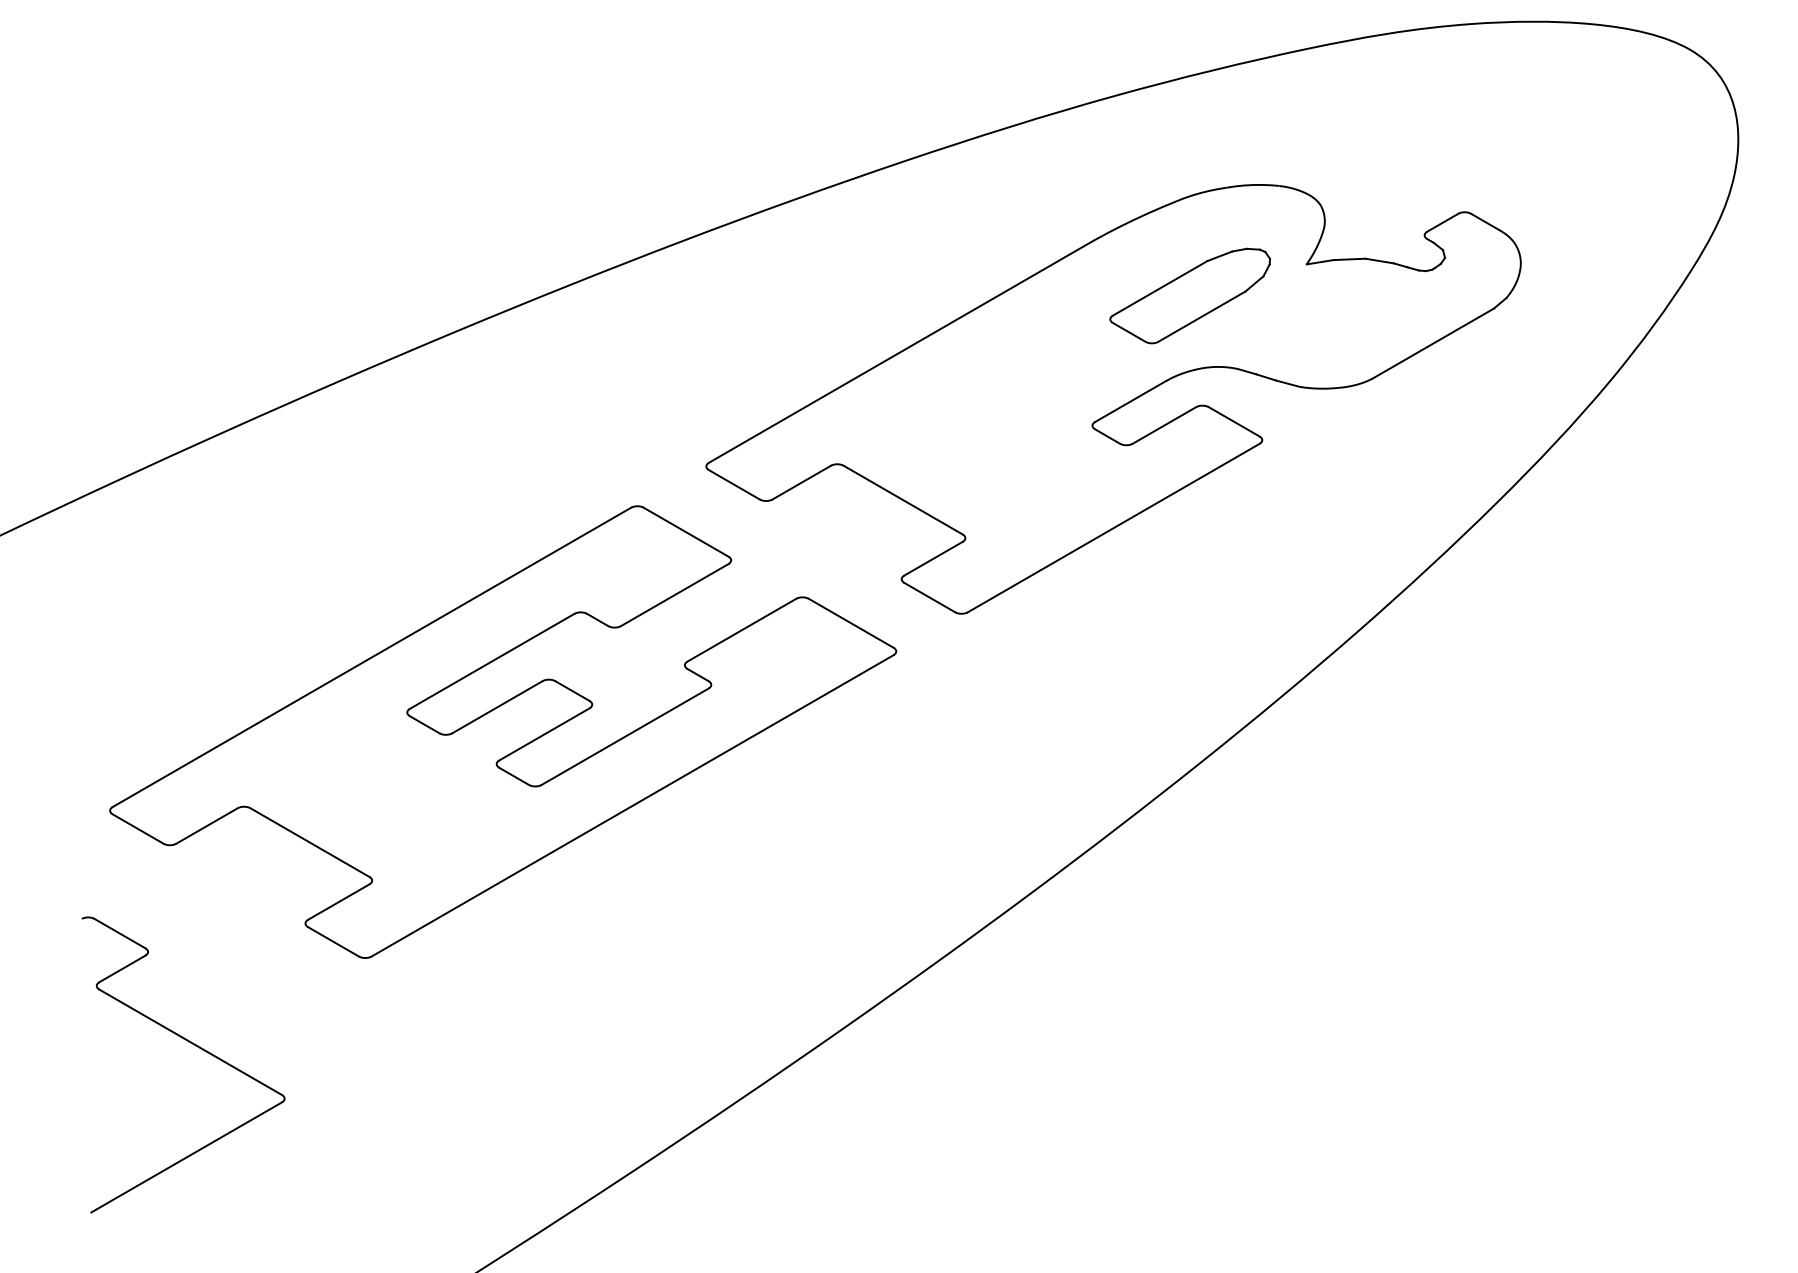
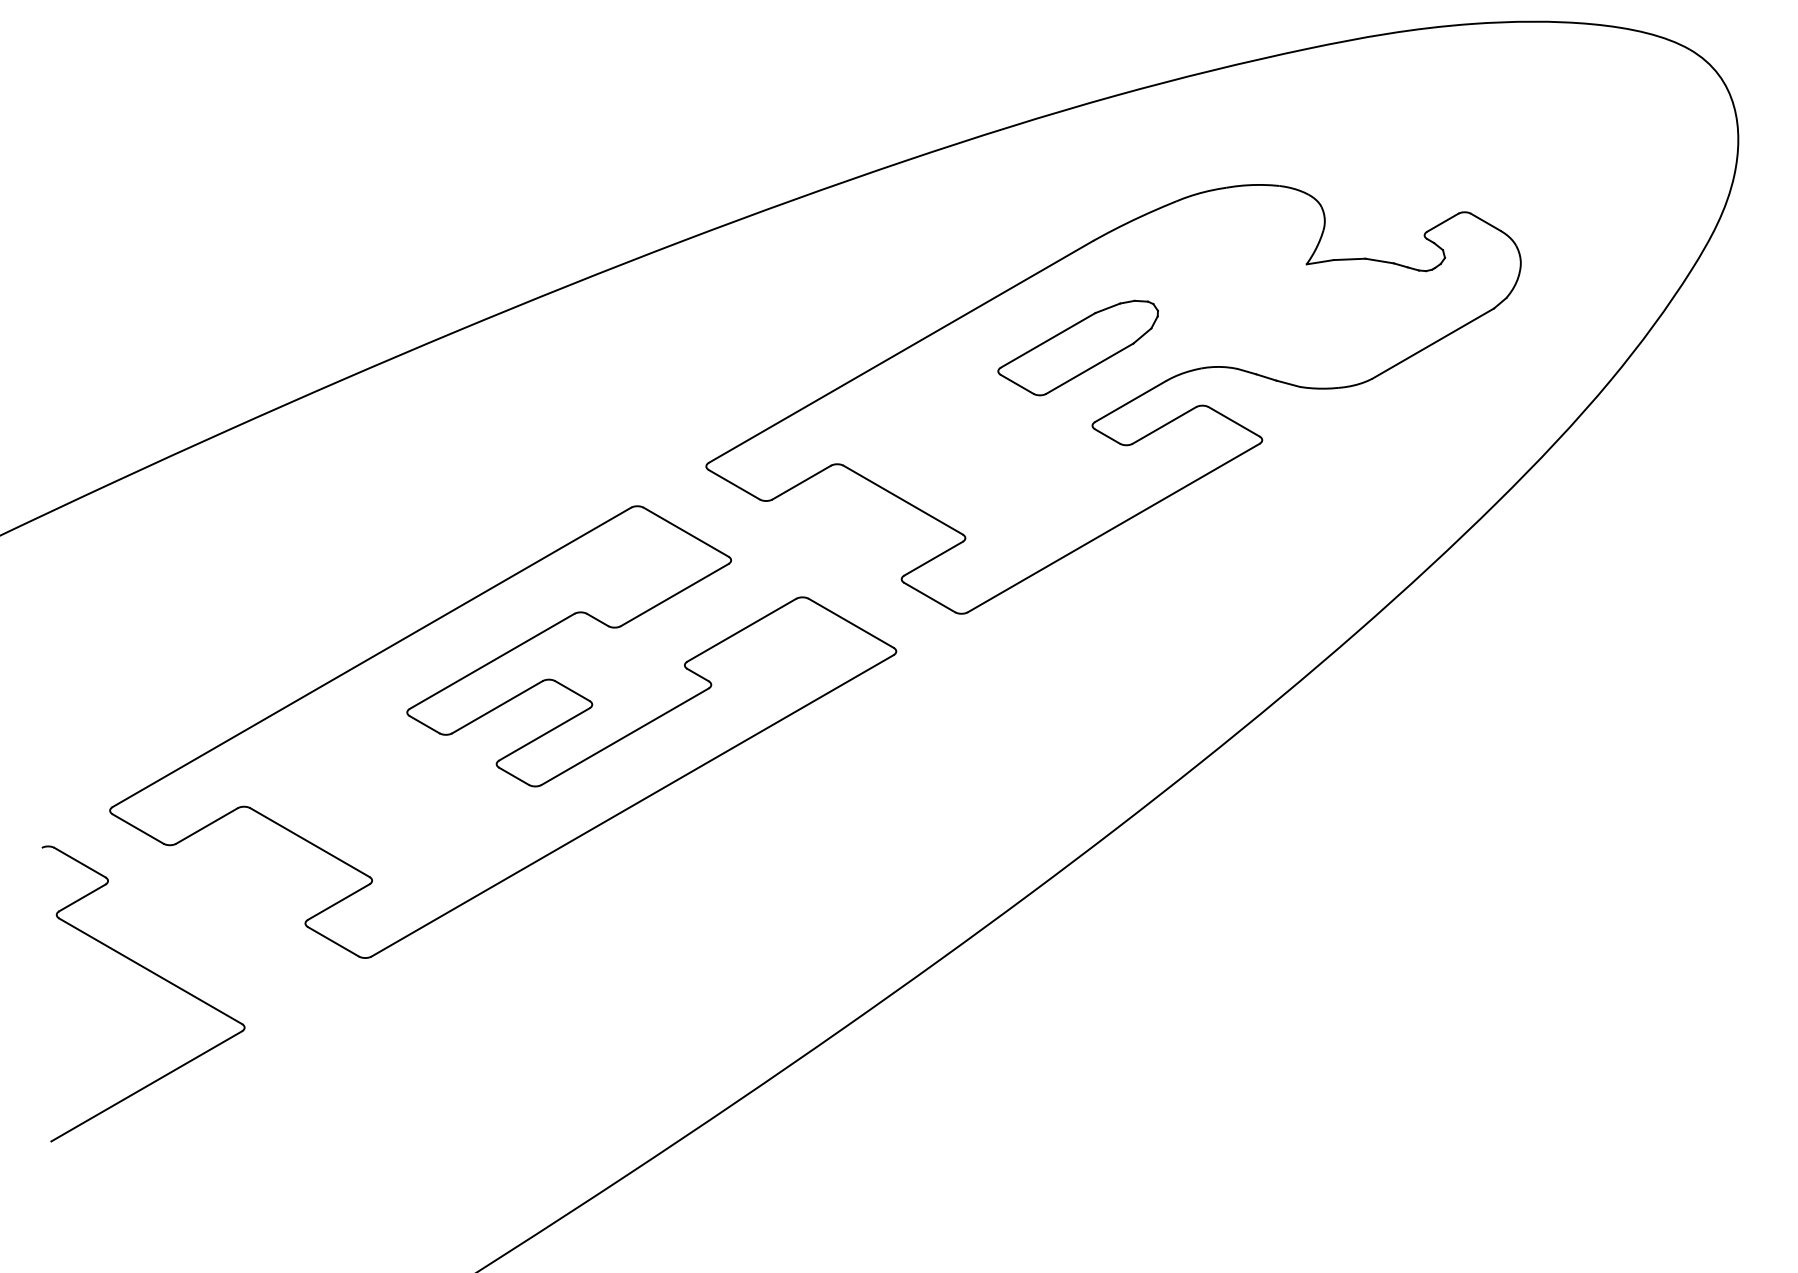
part at (1189, 295) position: (1189, 295) -> (1077, 347)
part at (195, 1046) position: (195, 1046) -> (155, 975)
